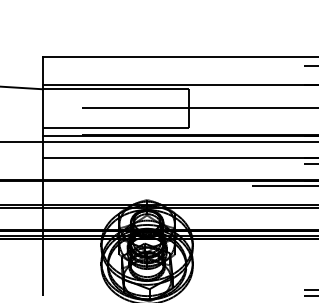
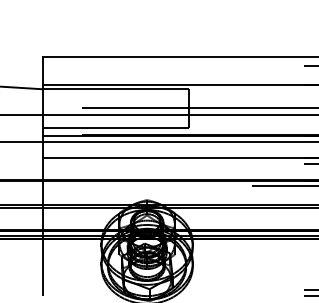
line at (158, 115): none -> present
